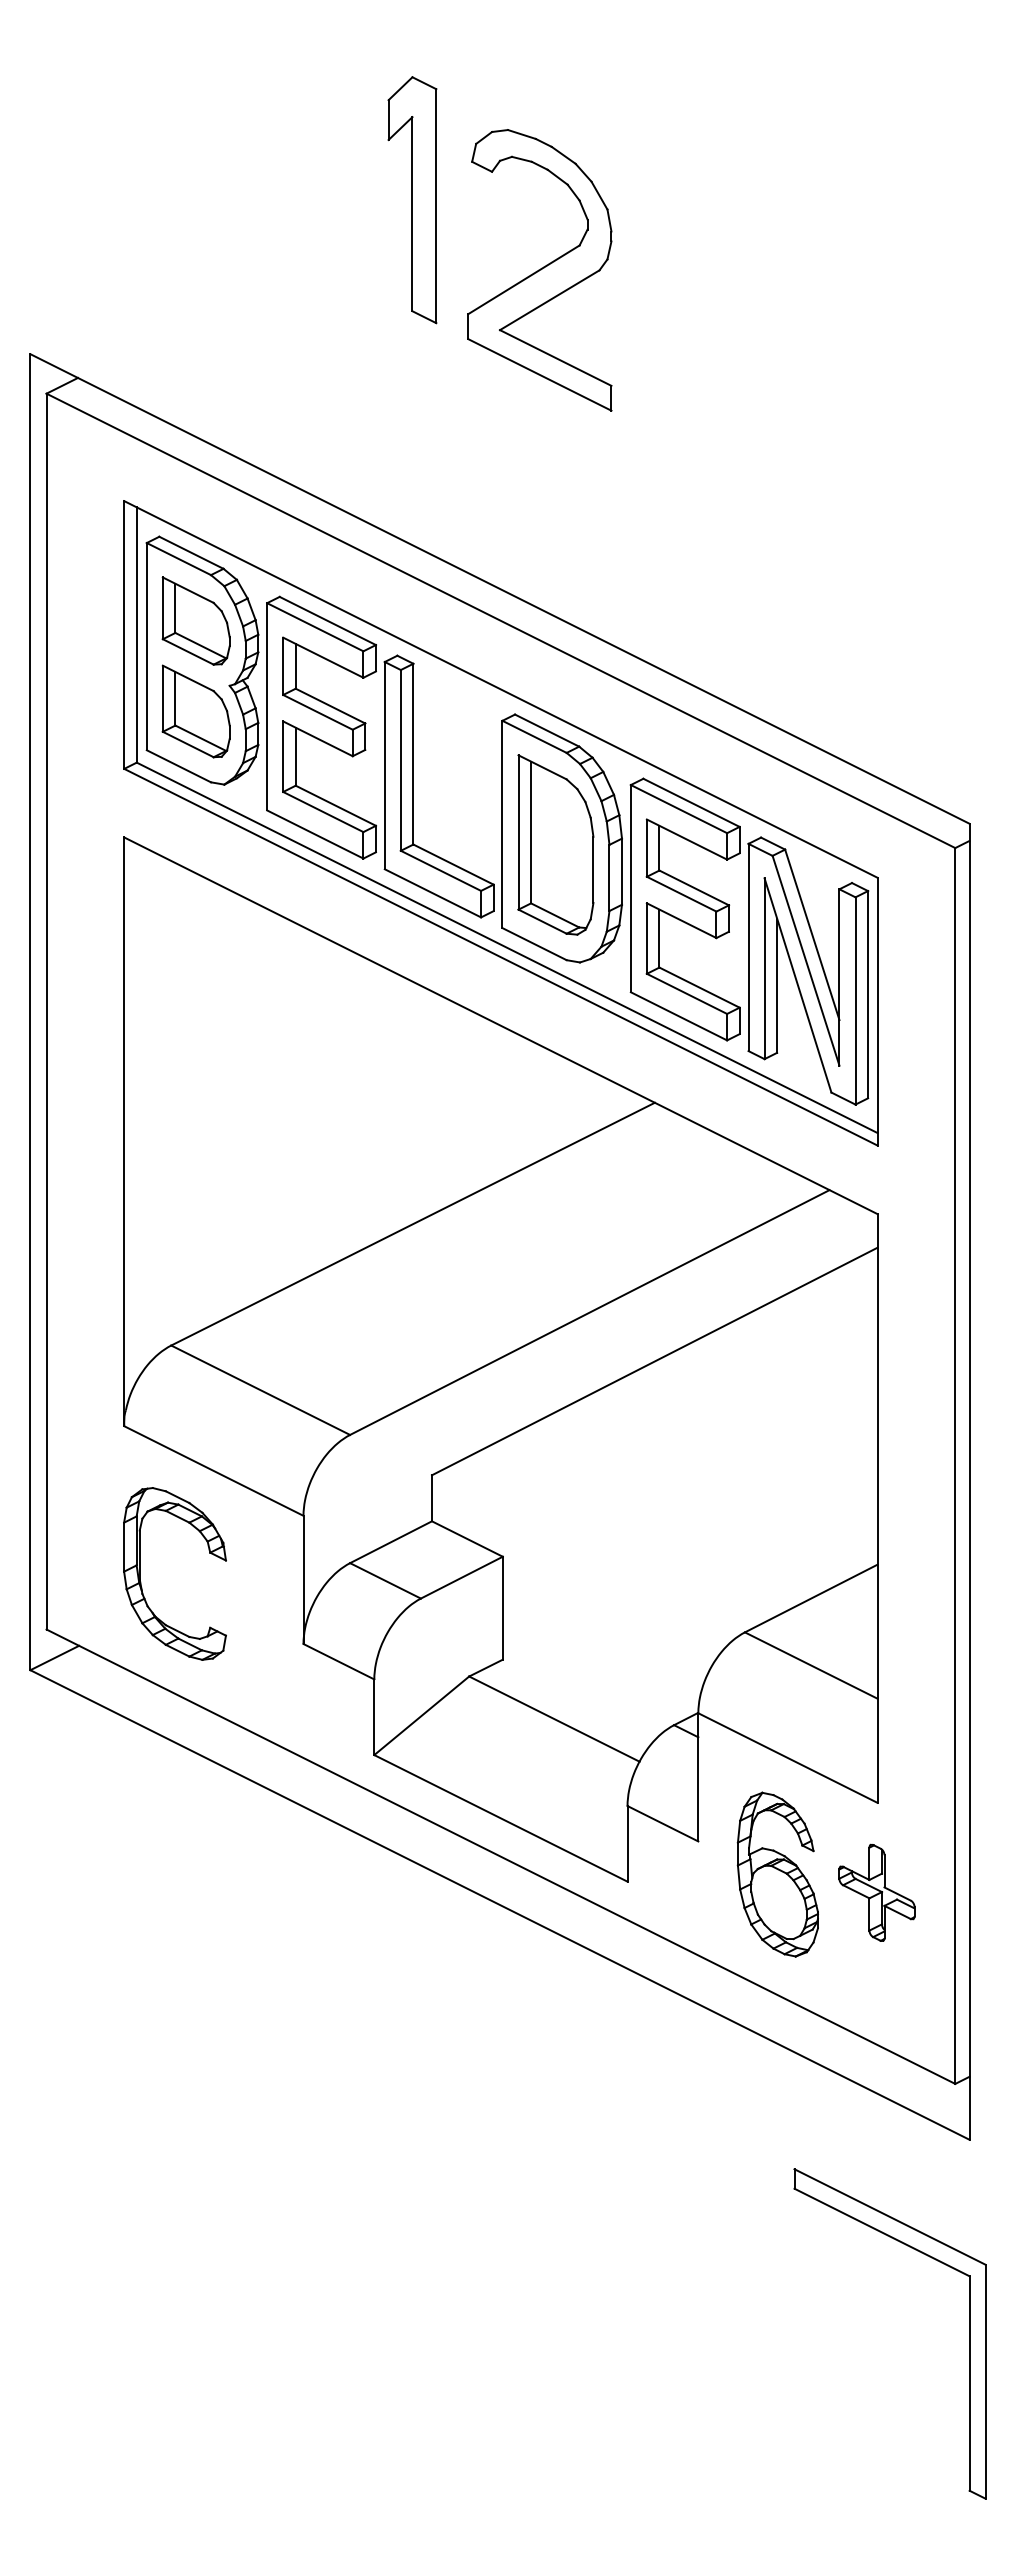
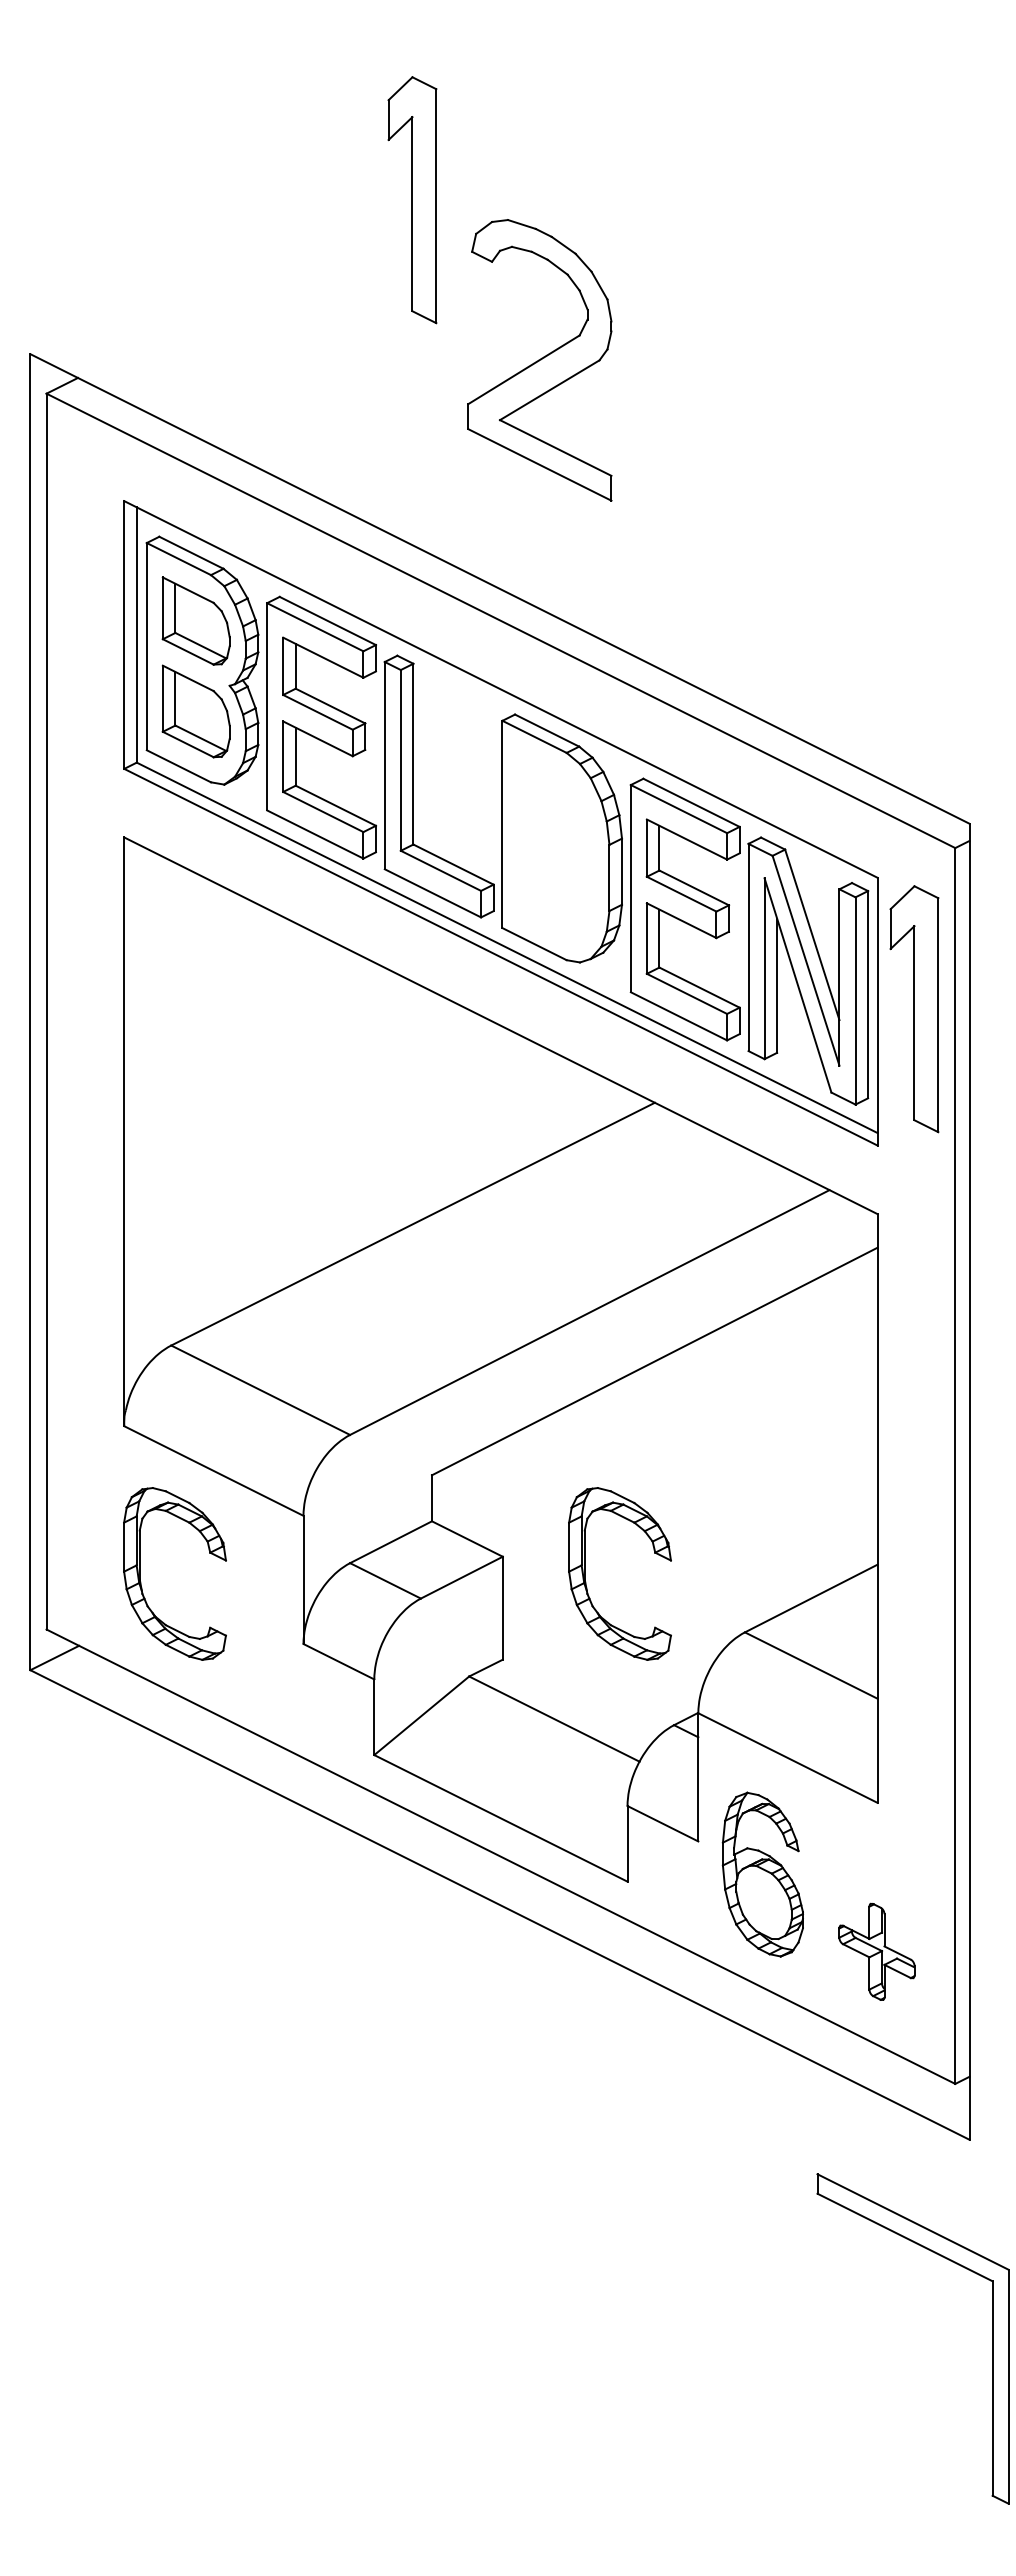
part at (539, 270) position: (539, 270) -> (539, 360)
part at (555, 844): present -> none
part at (914, 1009): none -> present
part at (585, 1573): none -> present
part at (777, 1874) position: (777, 1874) -> (762, 1874)
part at (876, 1892) position: (876, 1892) -> (876, 1951)
part at (969, 2333) position: (969, 2333) -> (992, 2338)
